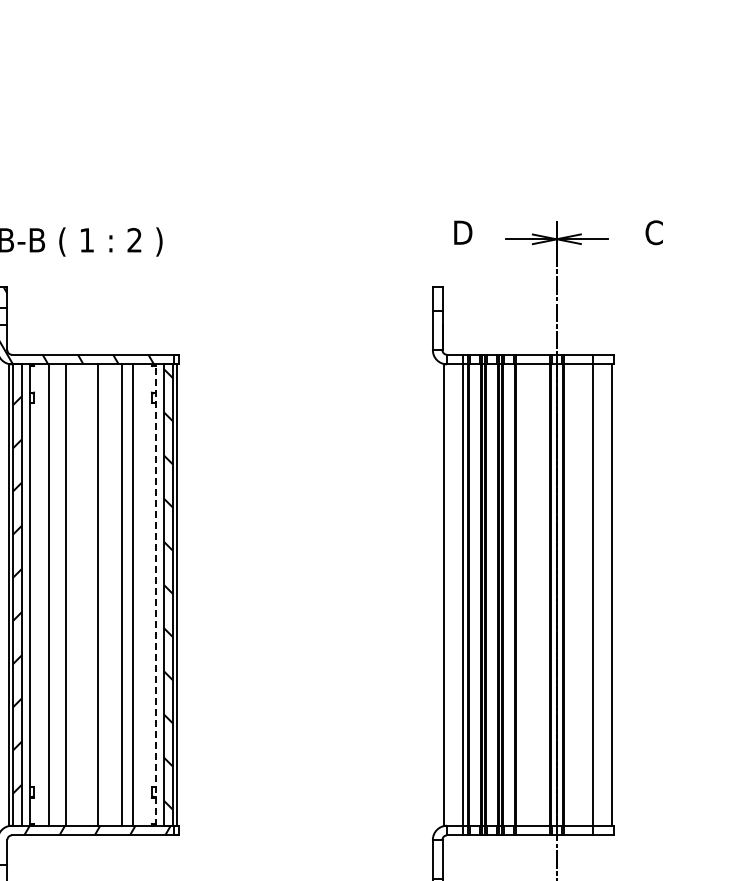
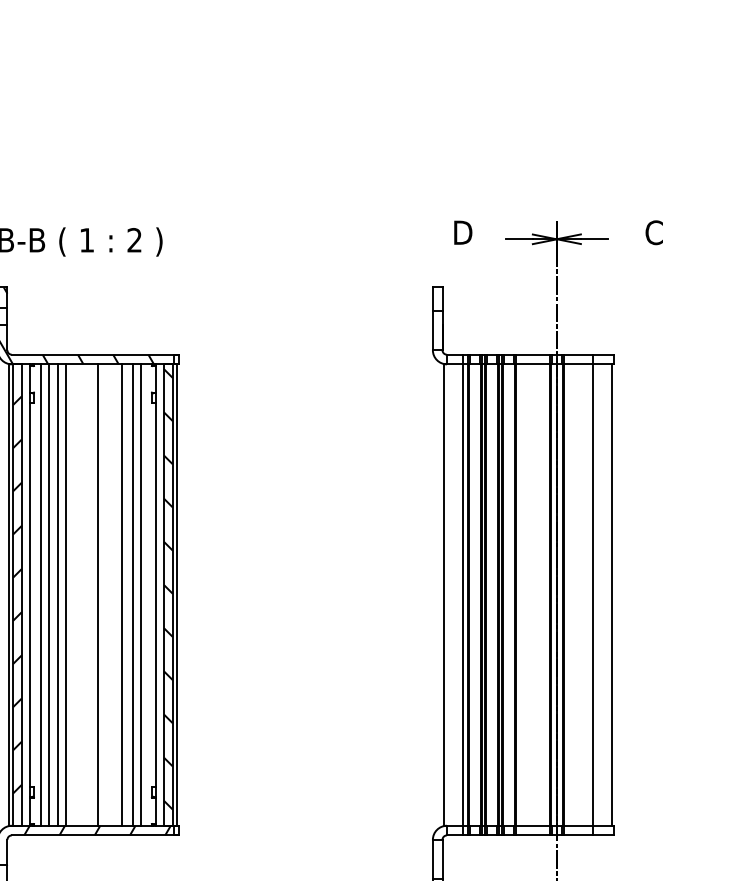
line at (40, 594): none -> present
line at (57, 594): none -> present
line at (141, 594): none -> present
line at (155, 595): dashed -> solid
